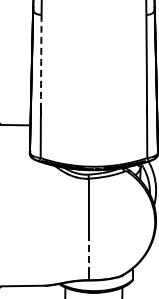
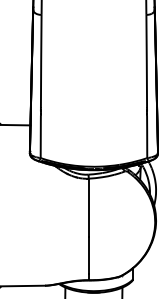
arc at (41, 61): dashed -> solid
line at (88, 255): dashed -> solid
